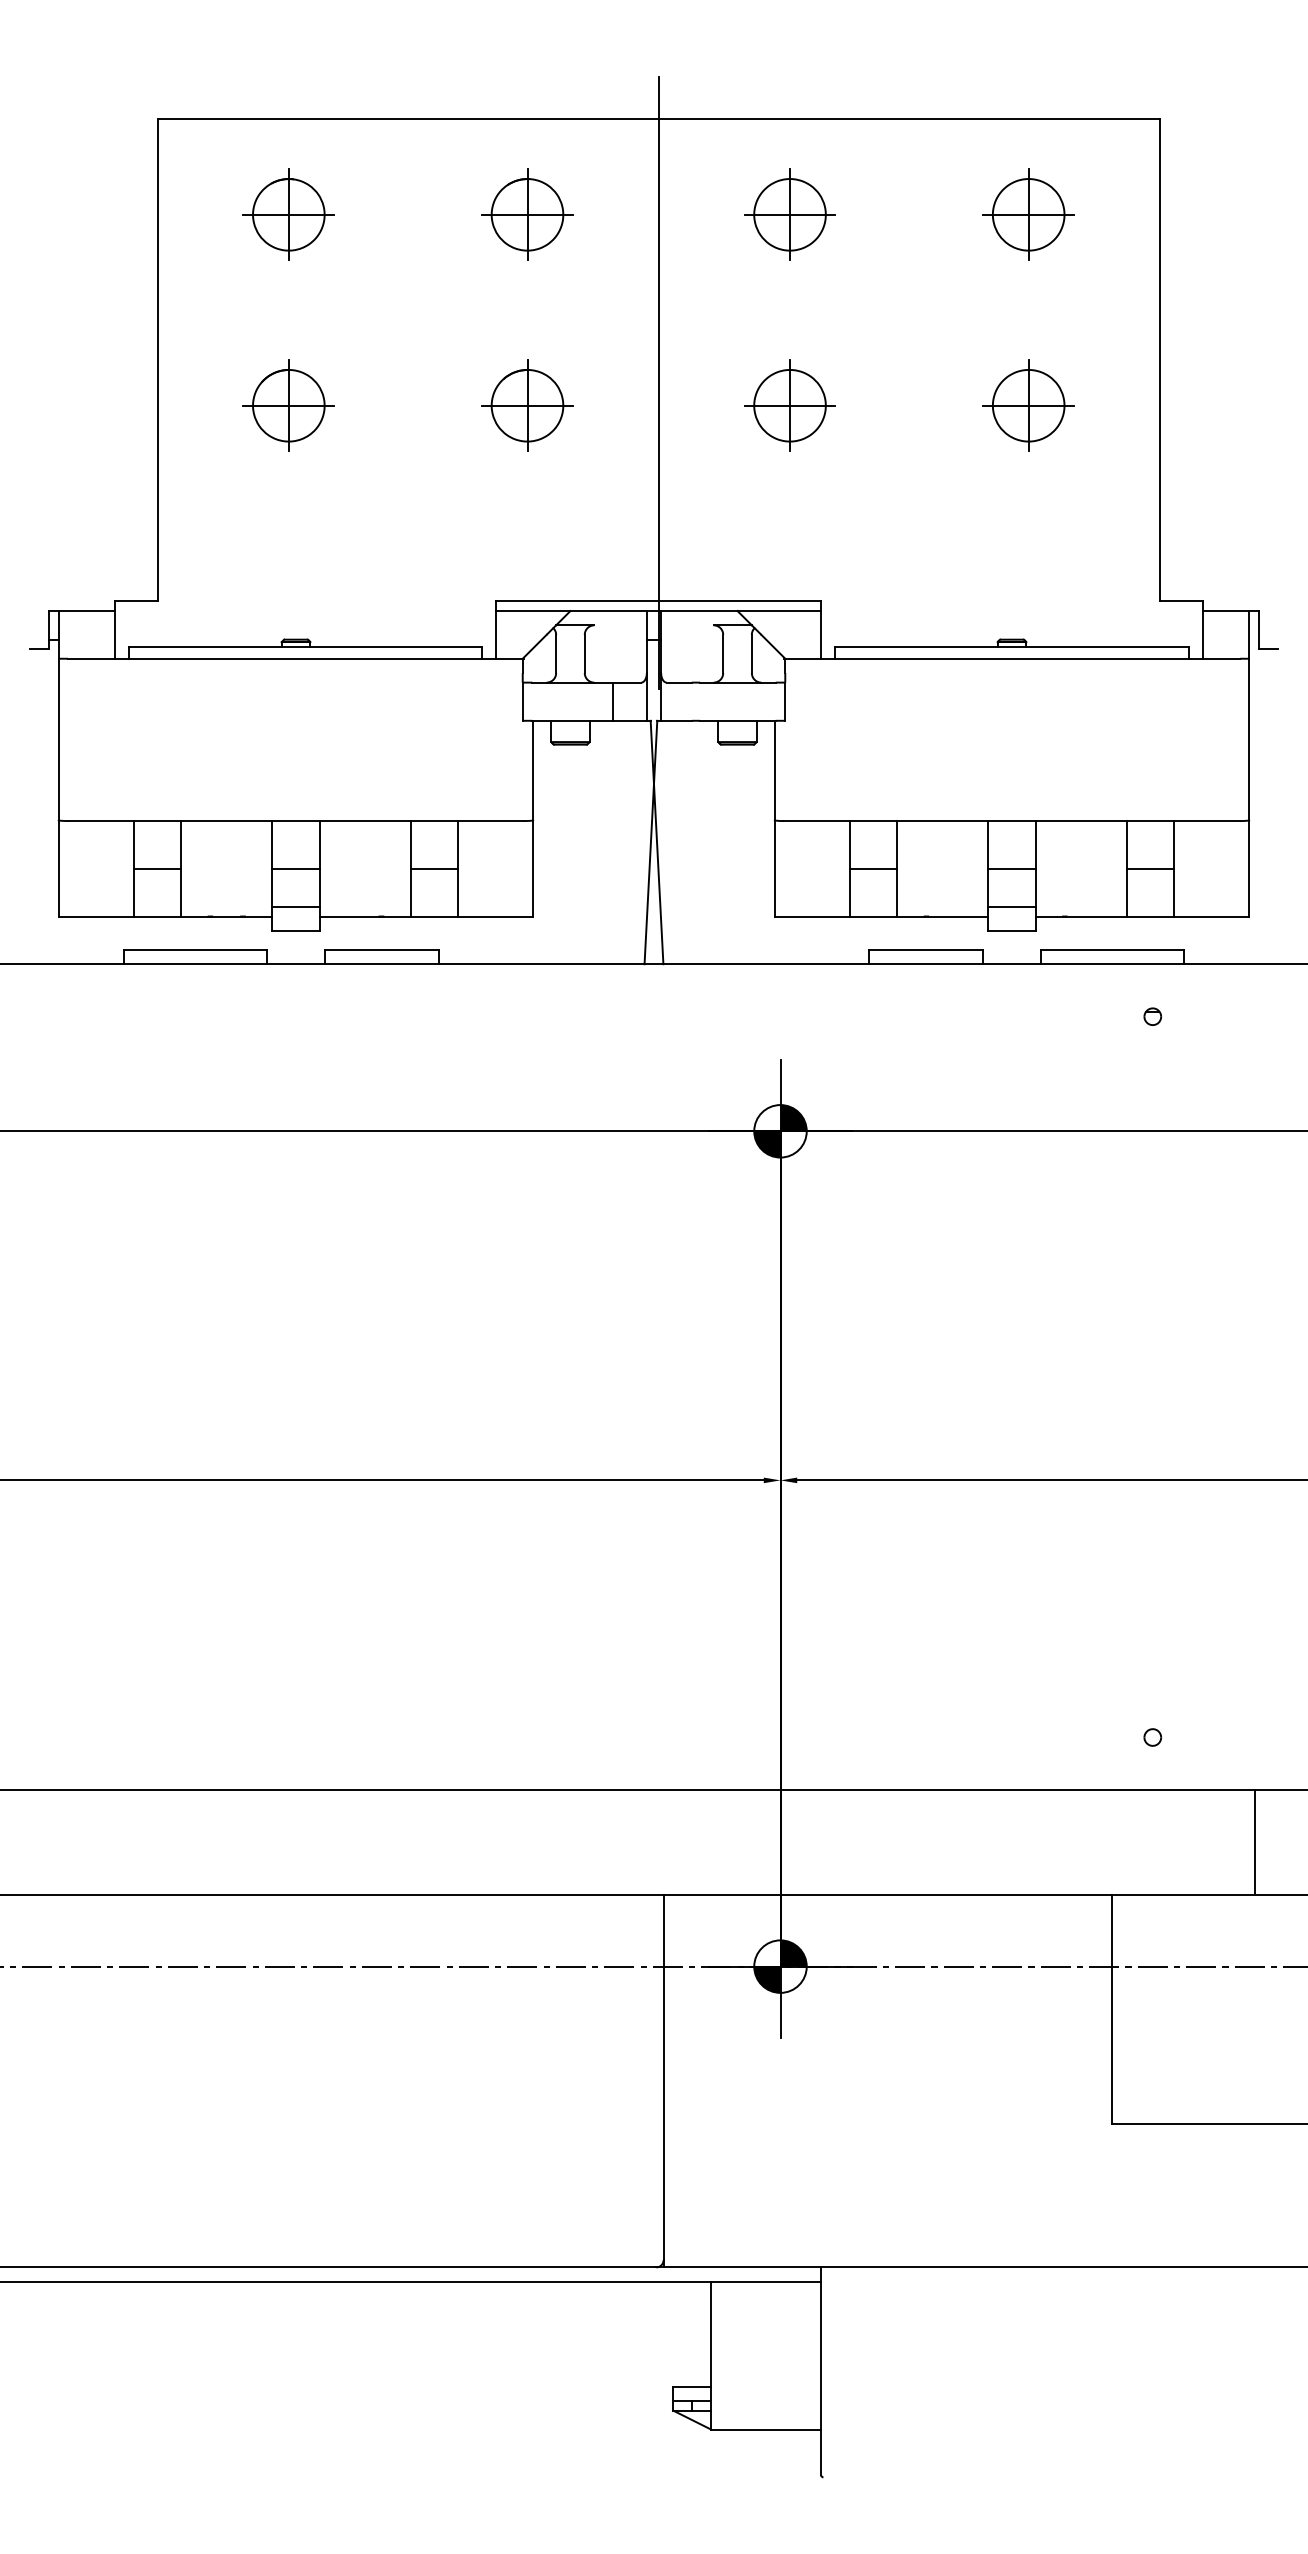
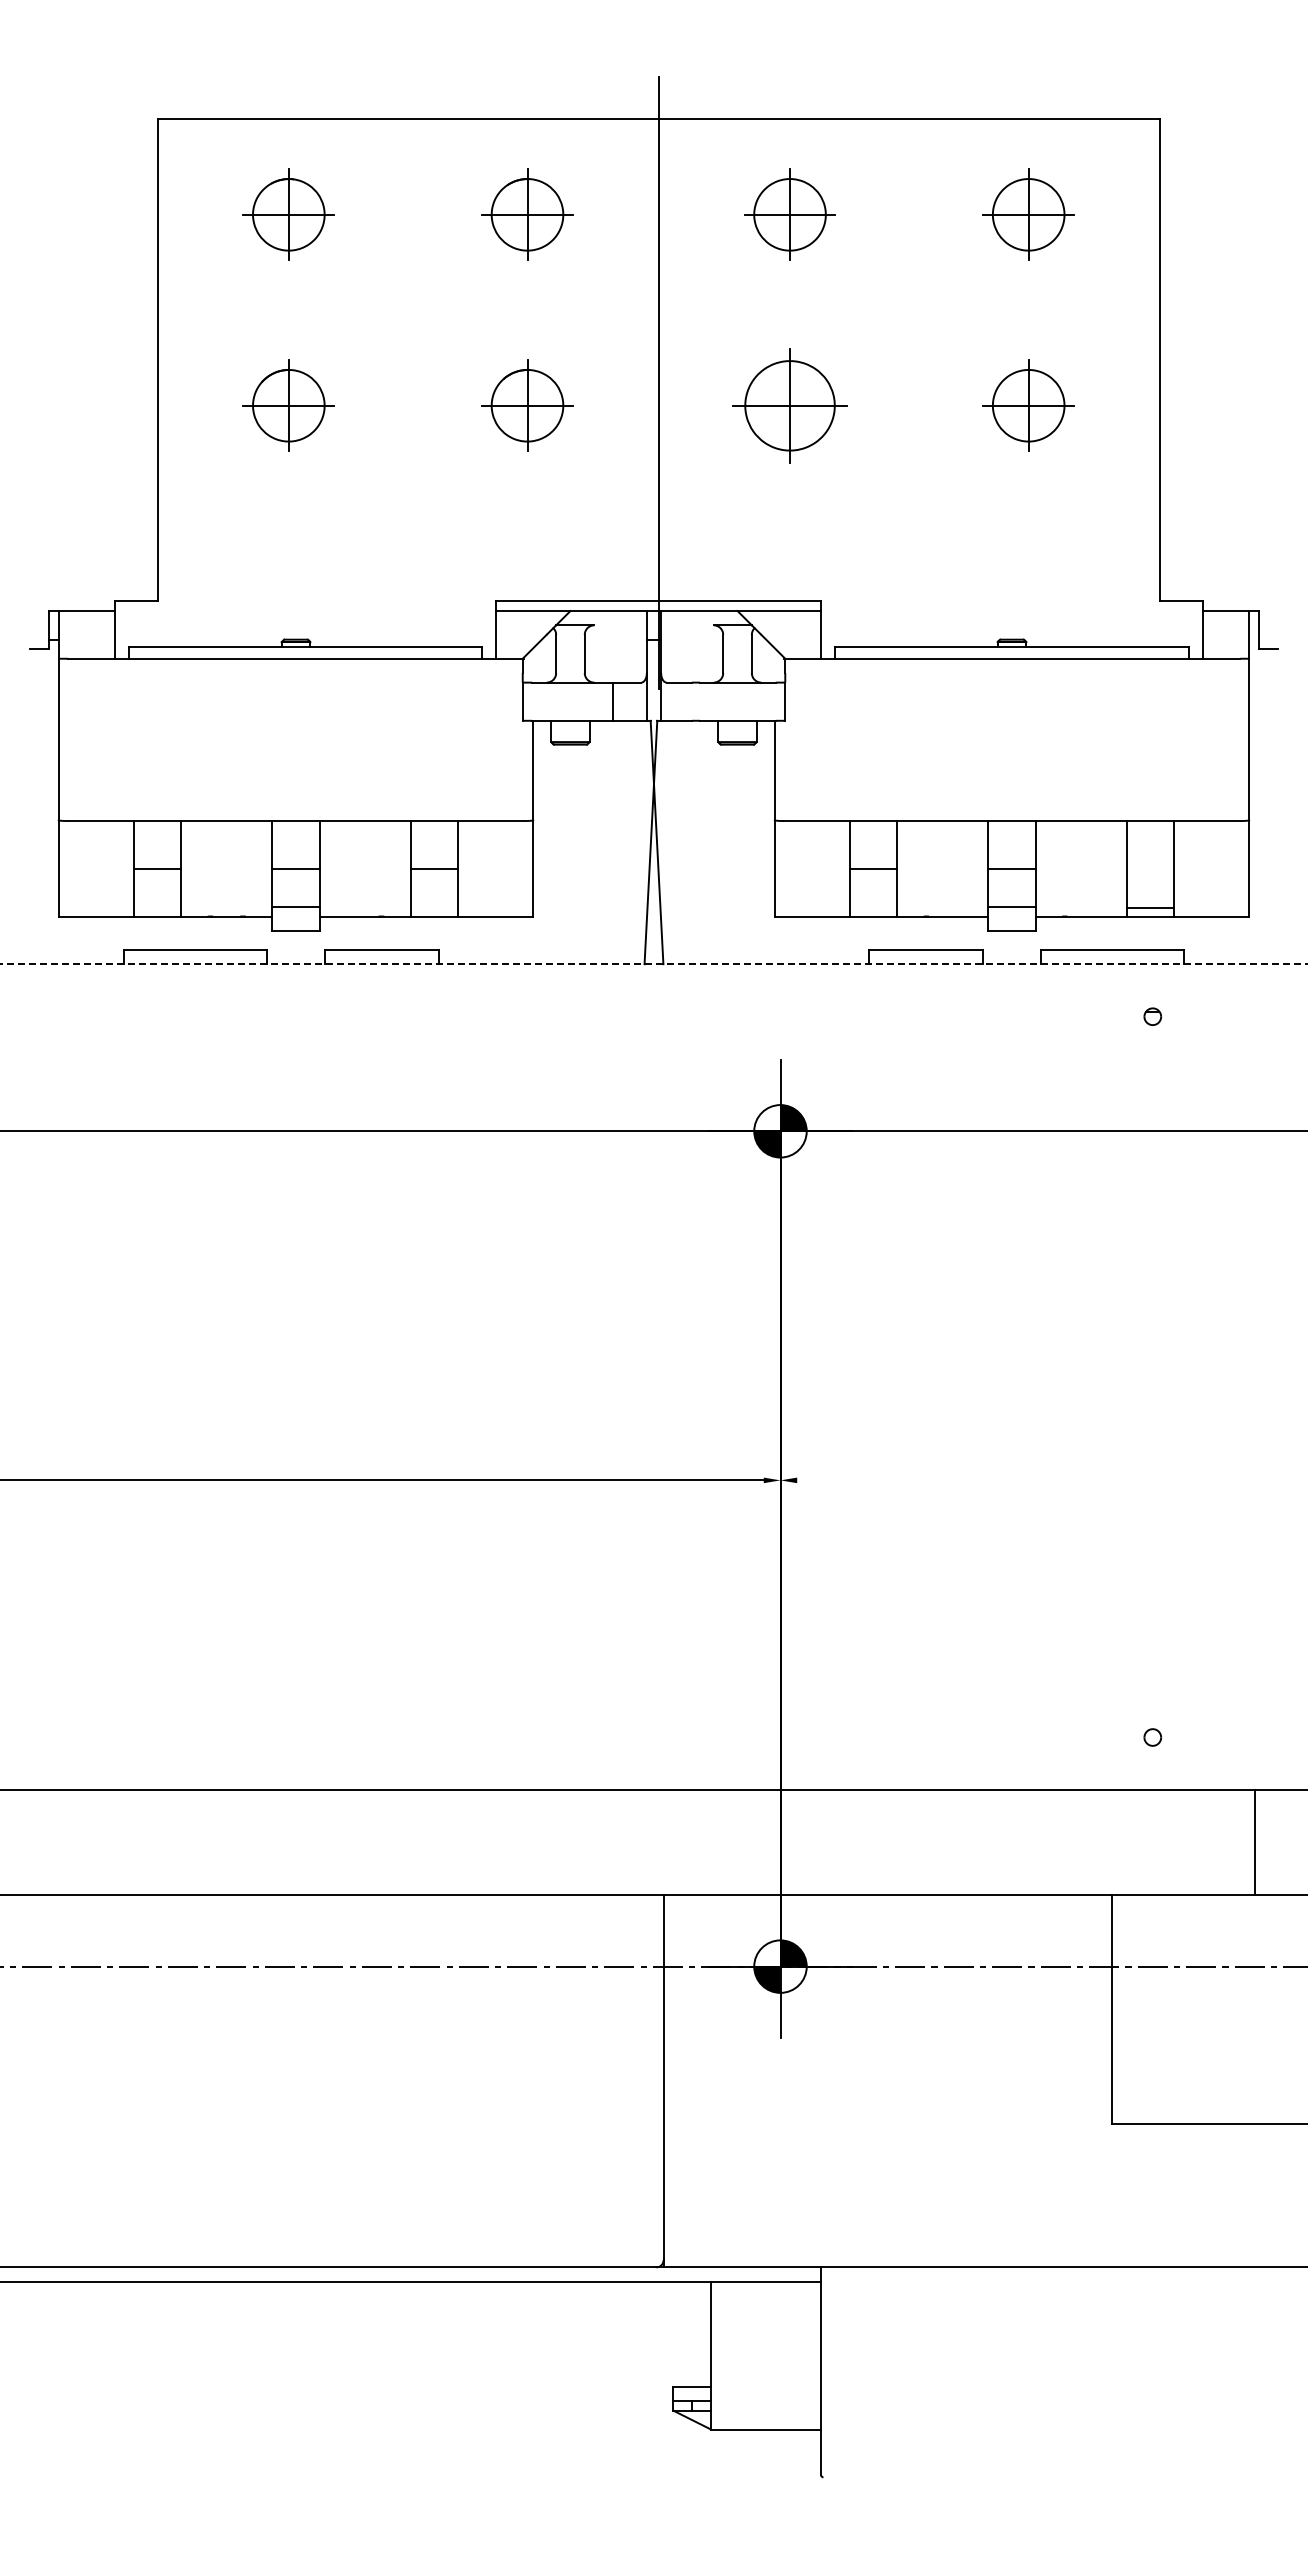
part at (789, 405) size: 92x93 px -> 116x116 px
line at (1150, 868) position: (1150, 868) -> (1150, 907)
line at (654, 964): solid -> dashed
line at (1050, 1480): present -> none
